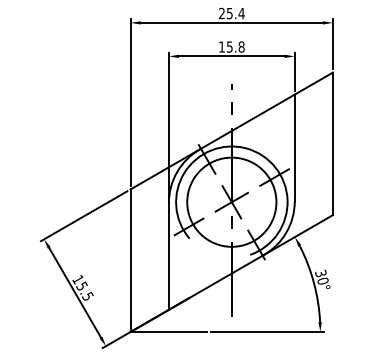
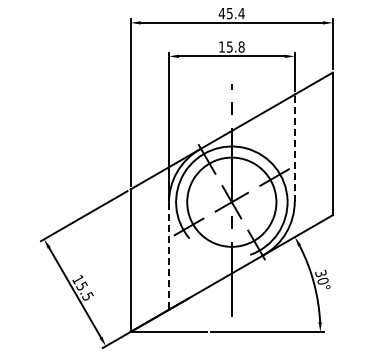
text at (221, 13): 25.4 -> 45.4
line at (294, 147): solid -> dashed
line at (168, 256): solid -> dashed
